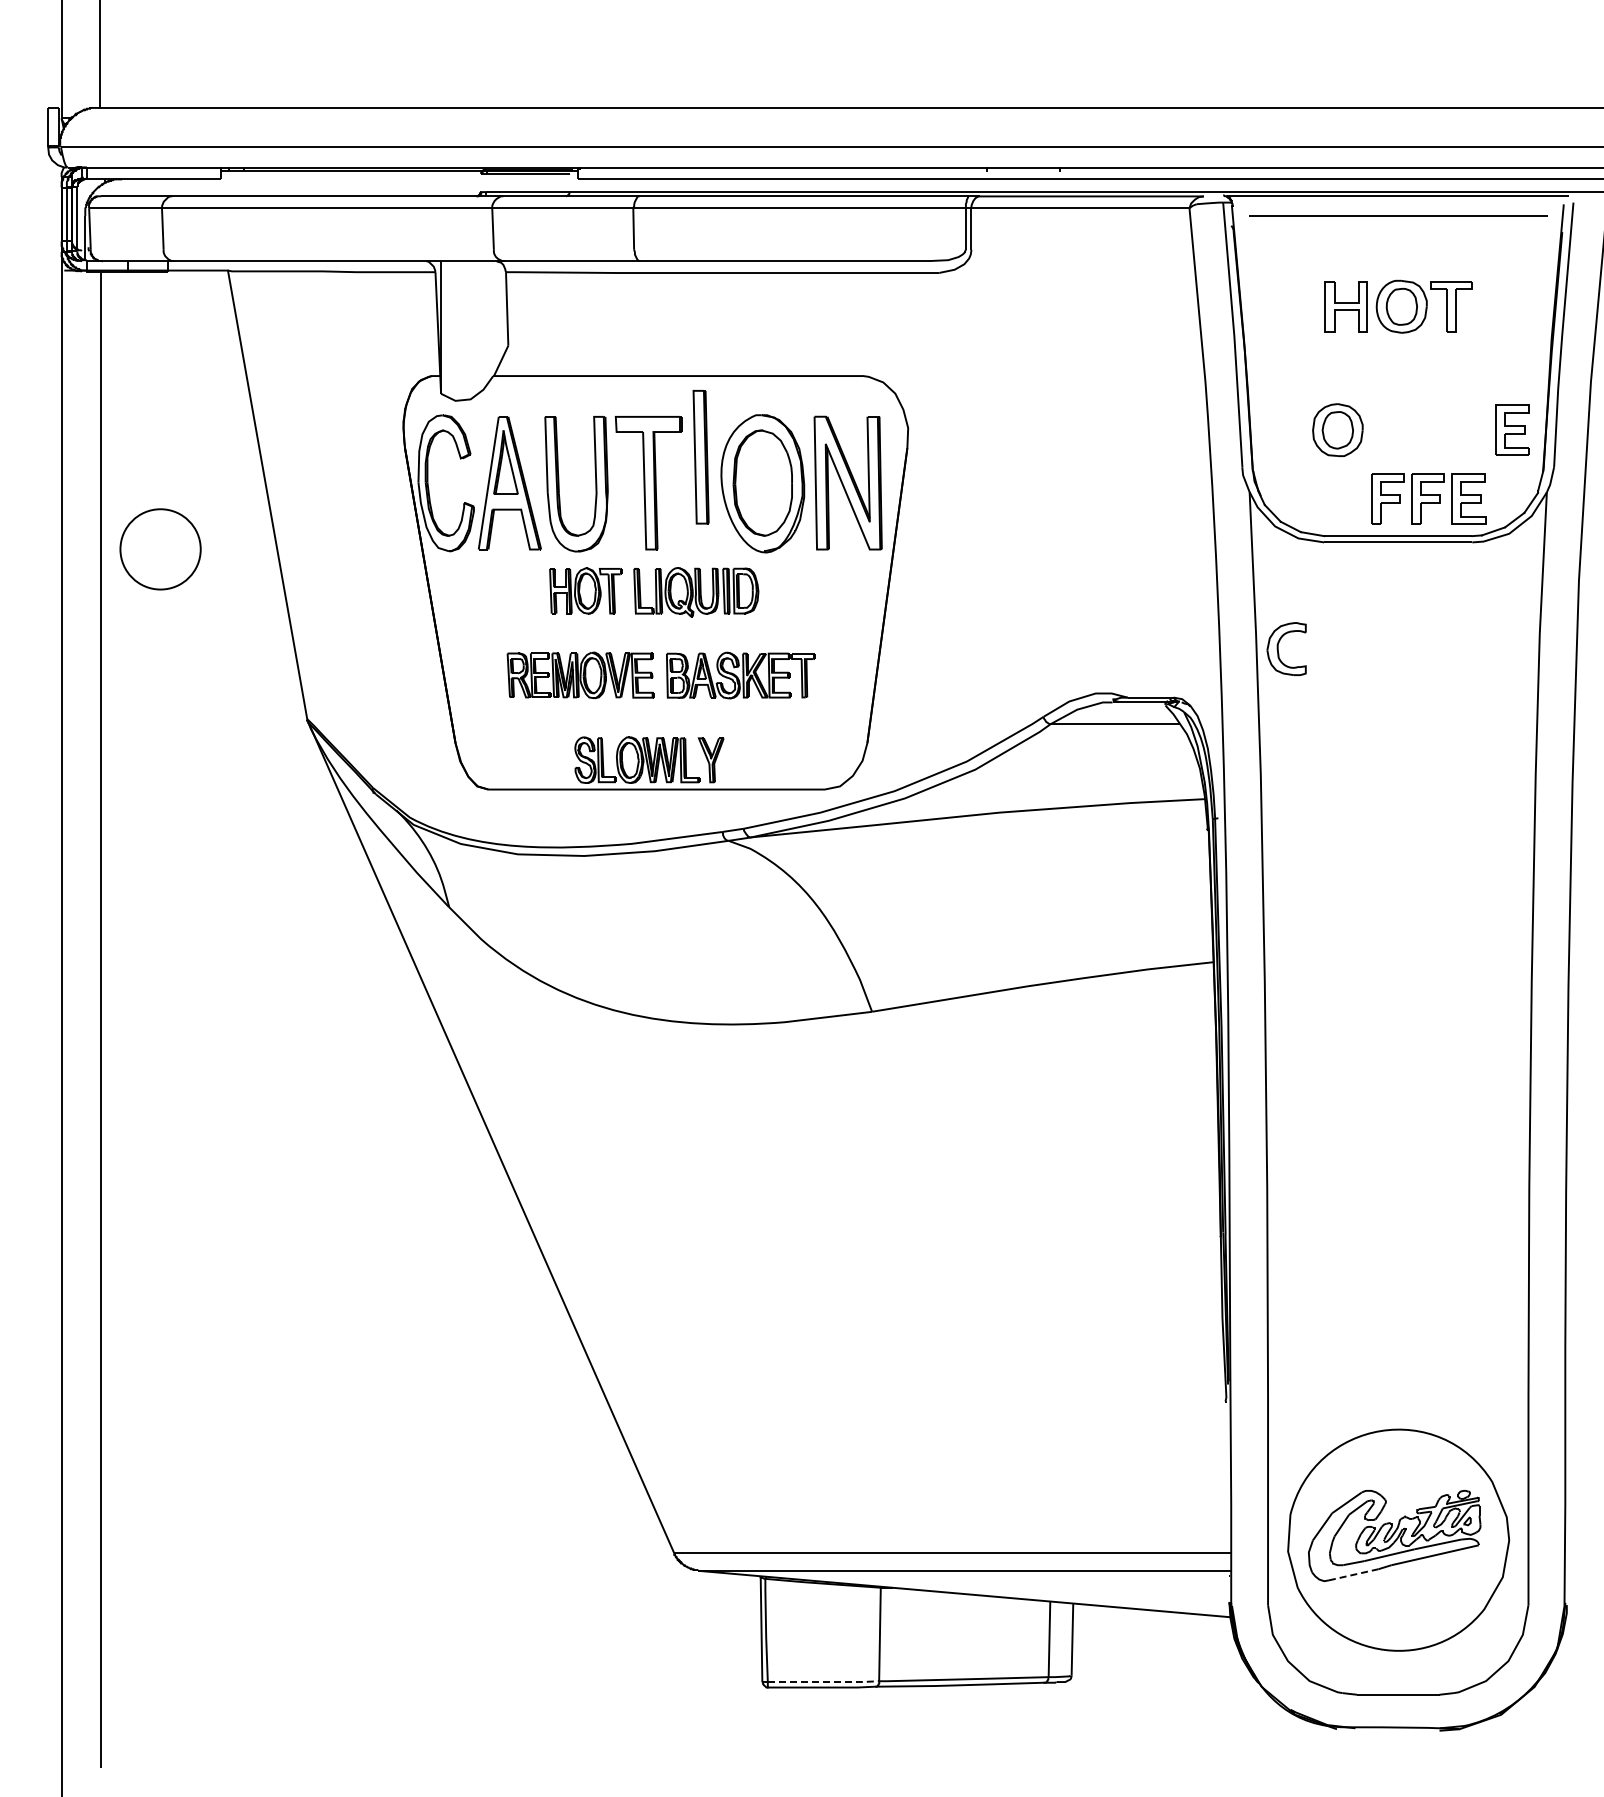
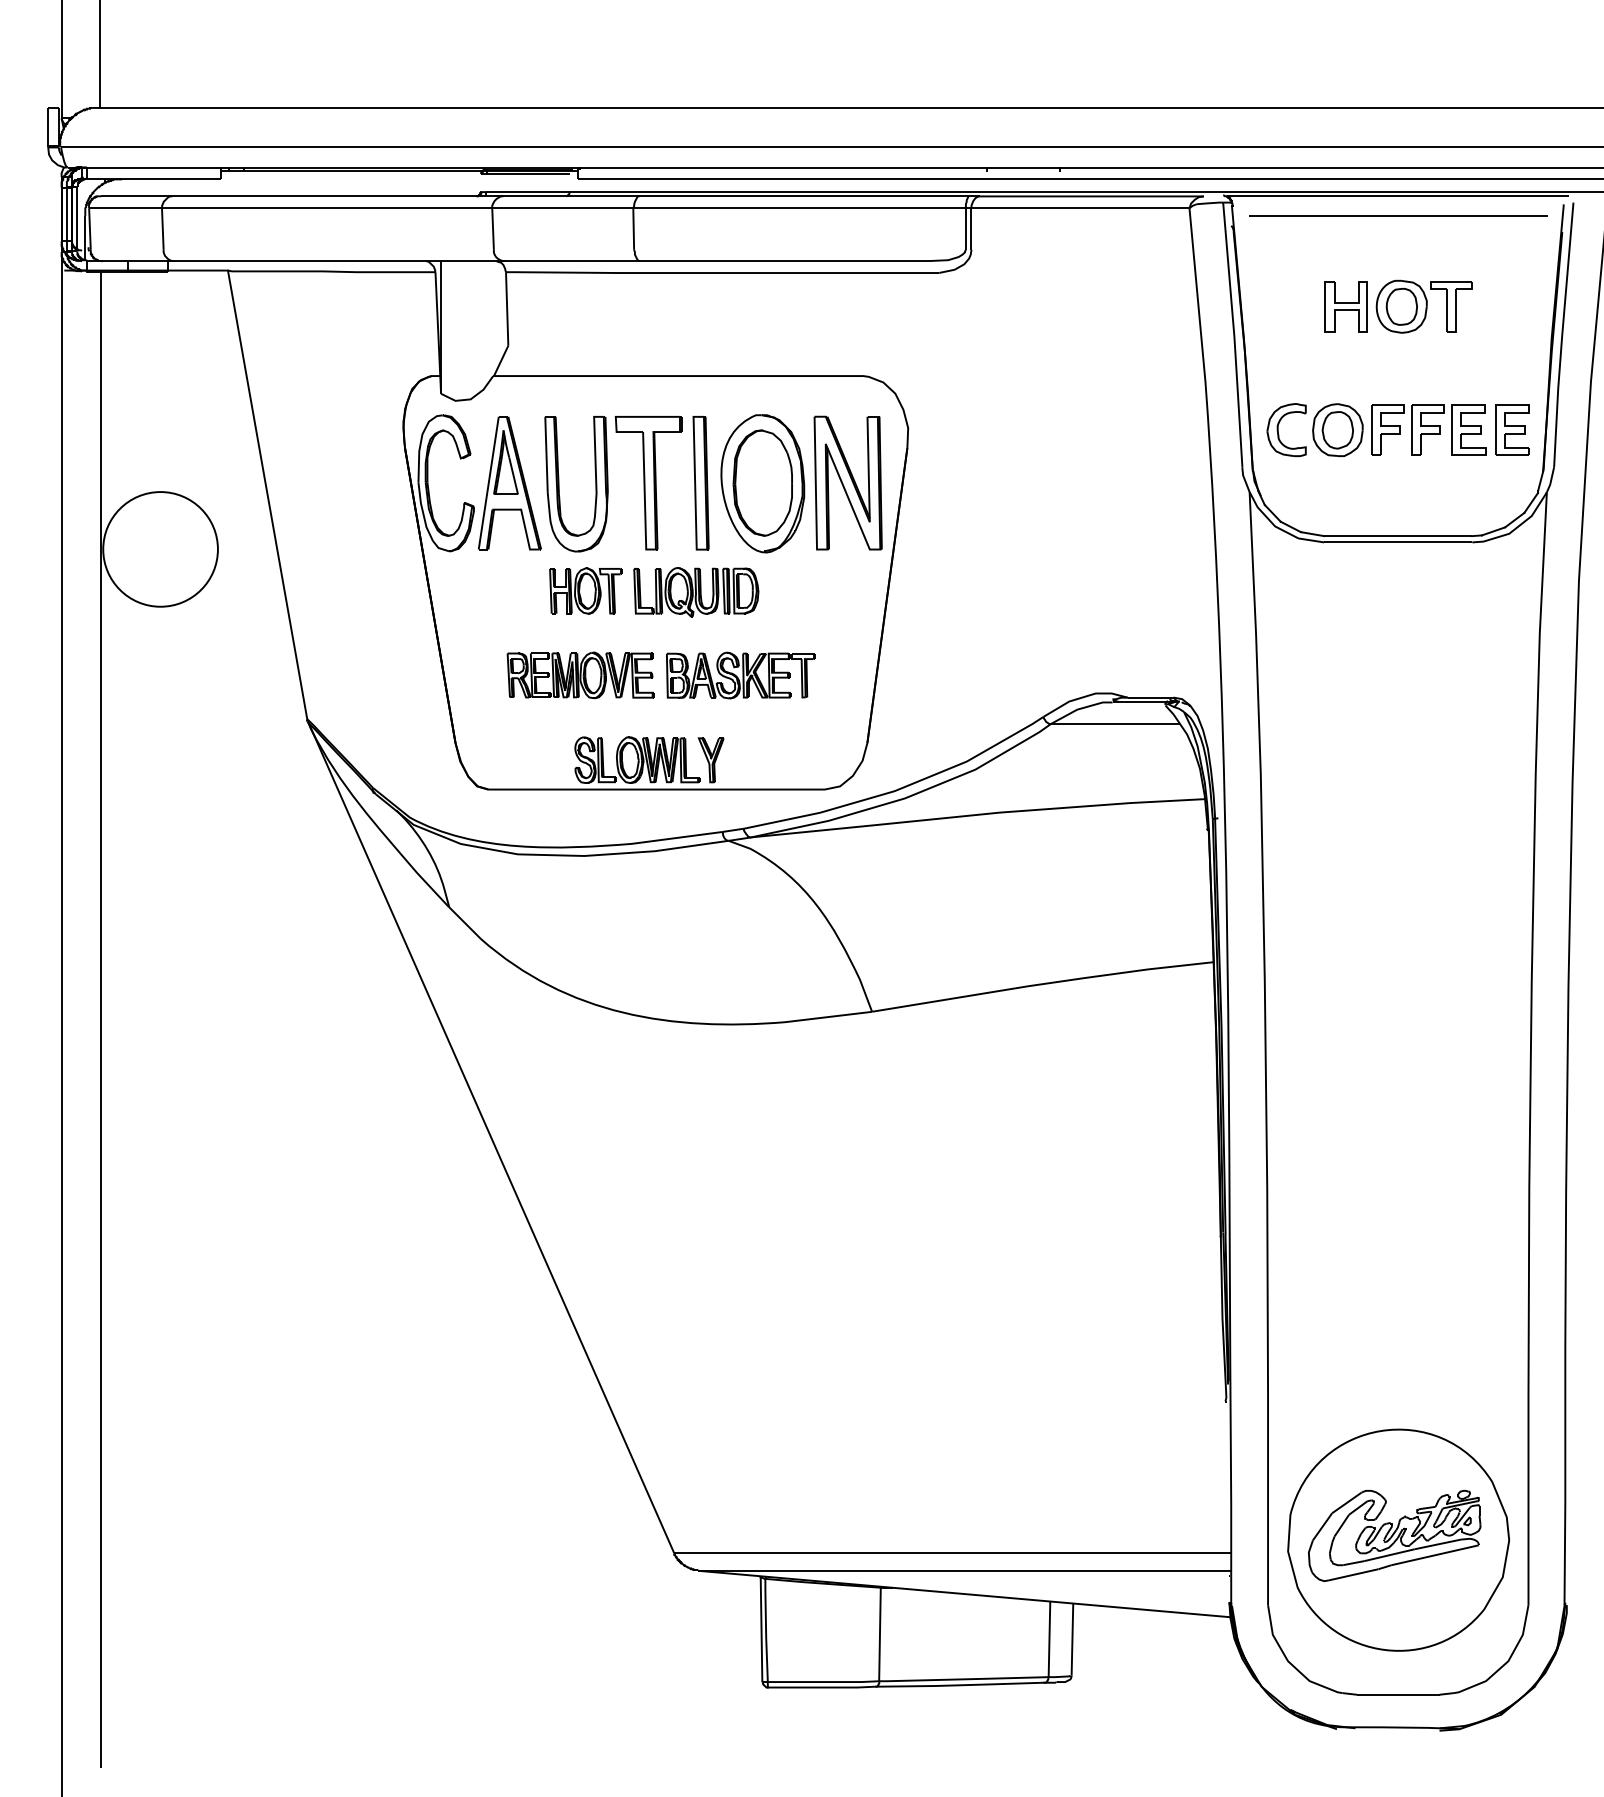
part at (700, 457) position: (700, 457) -> (700, 483)
part at (1428, 498) position: (1428, 498) -> (1428, 429)
circle at (160, 549) diameter: 80 px -> 115 px
part at (1278, 648) position: (1278, 648) -> (1278, 429)
line at (1354, 1574): dashed -> solid
line at (824, 1682): dashed -> solid
